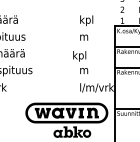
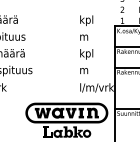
text at (79, 56) position: (79, 56) -> (86, 54)
fill at (47, 131): none -> present
